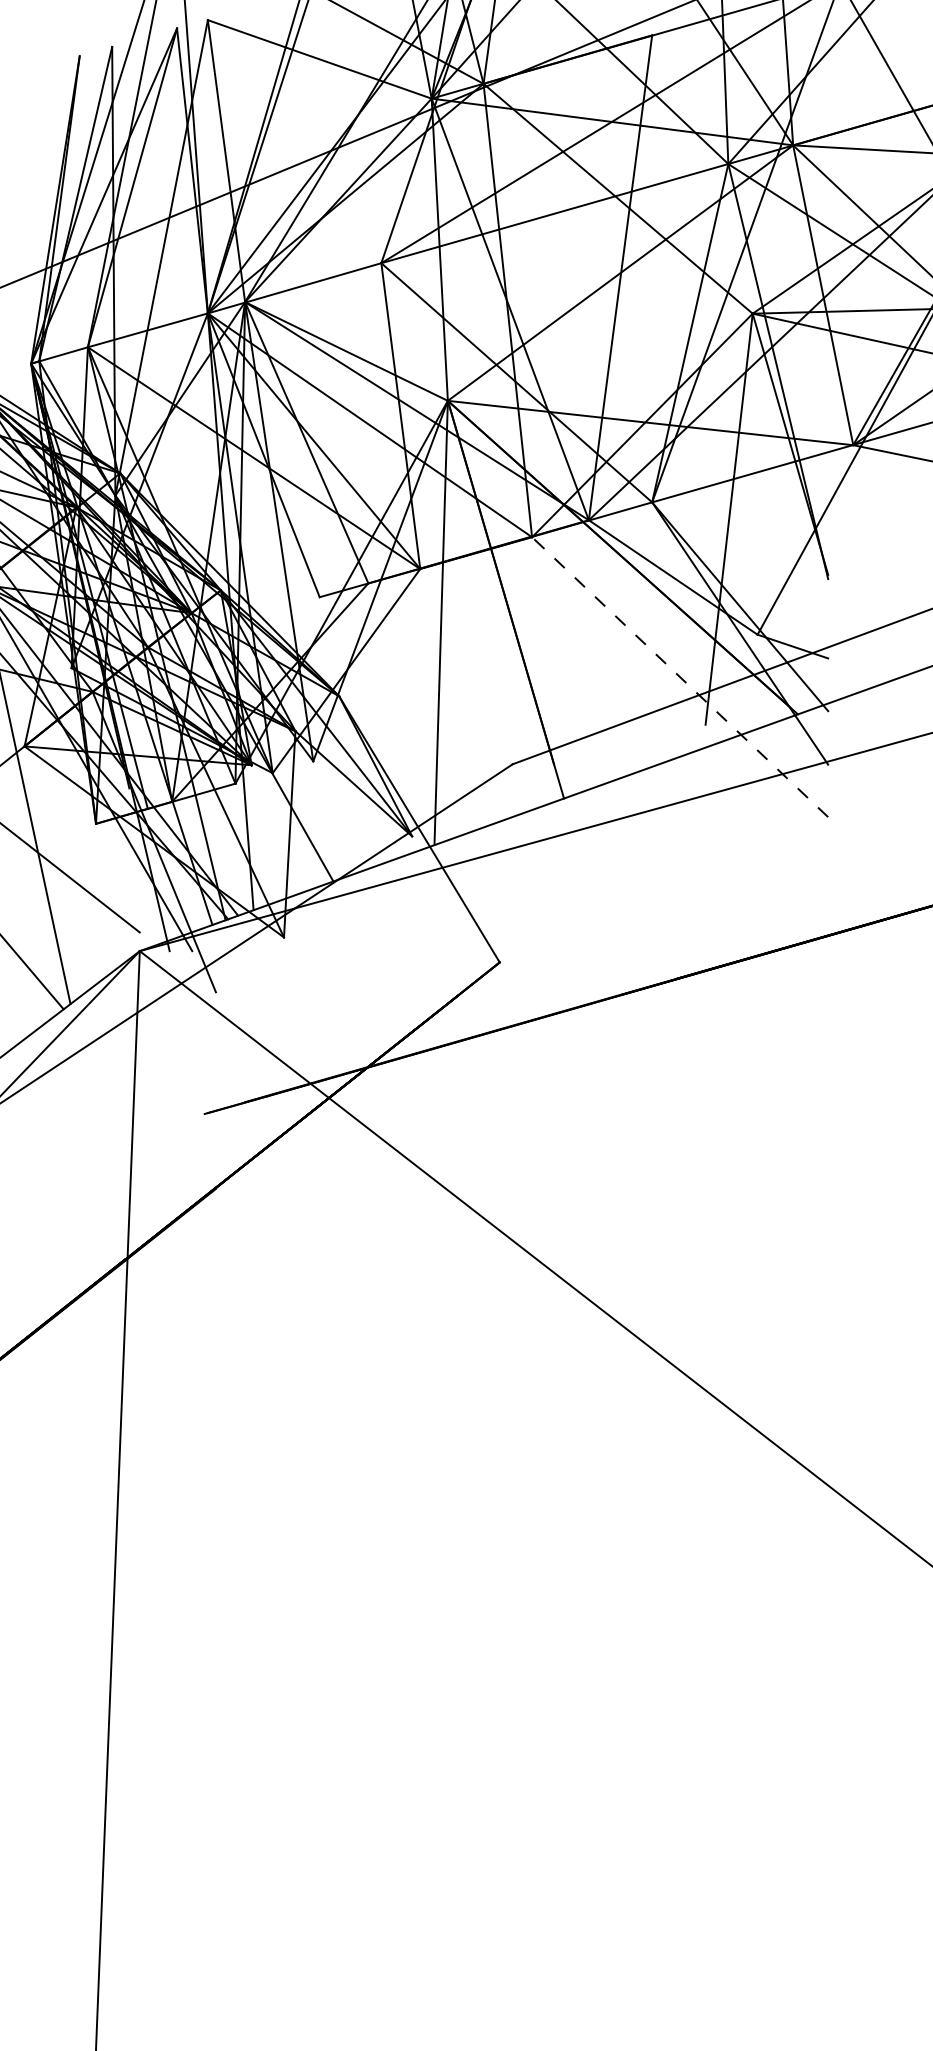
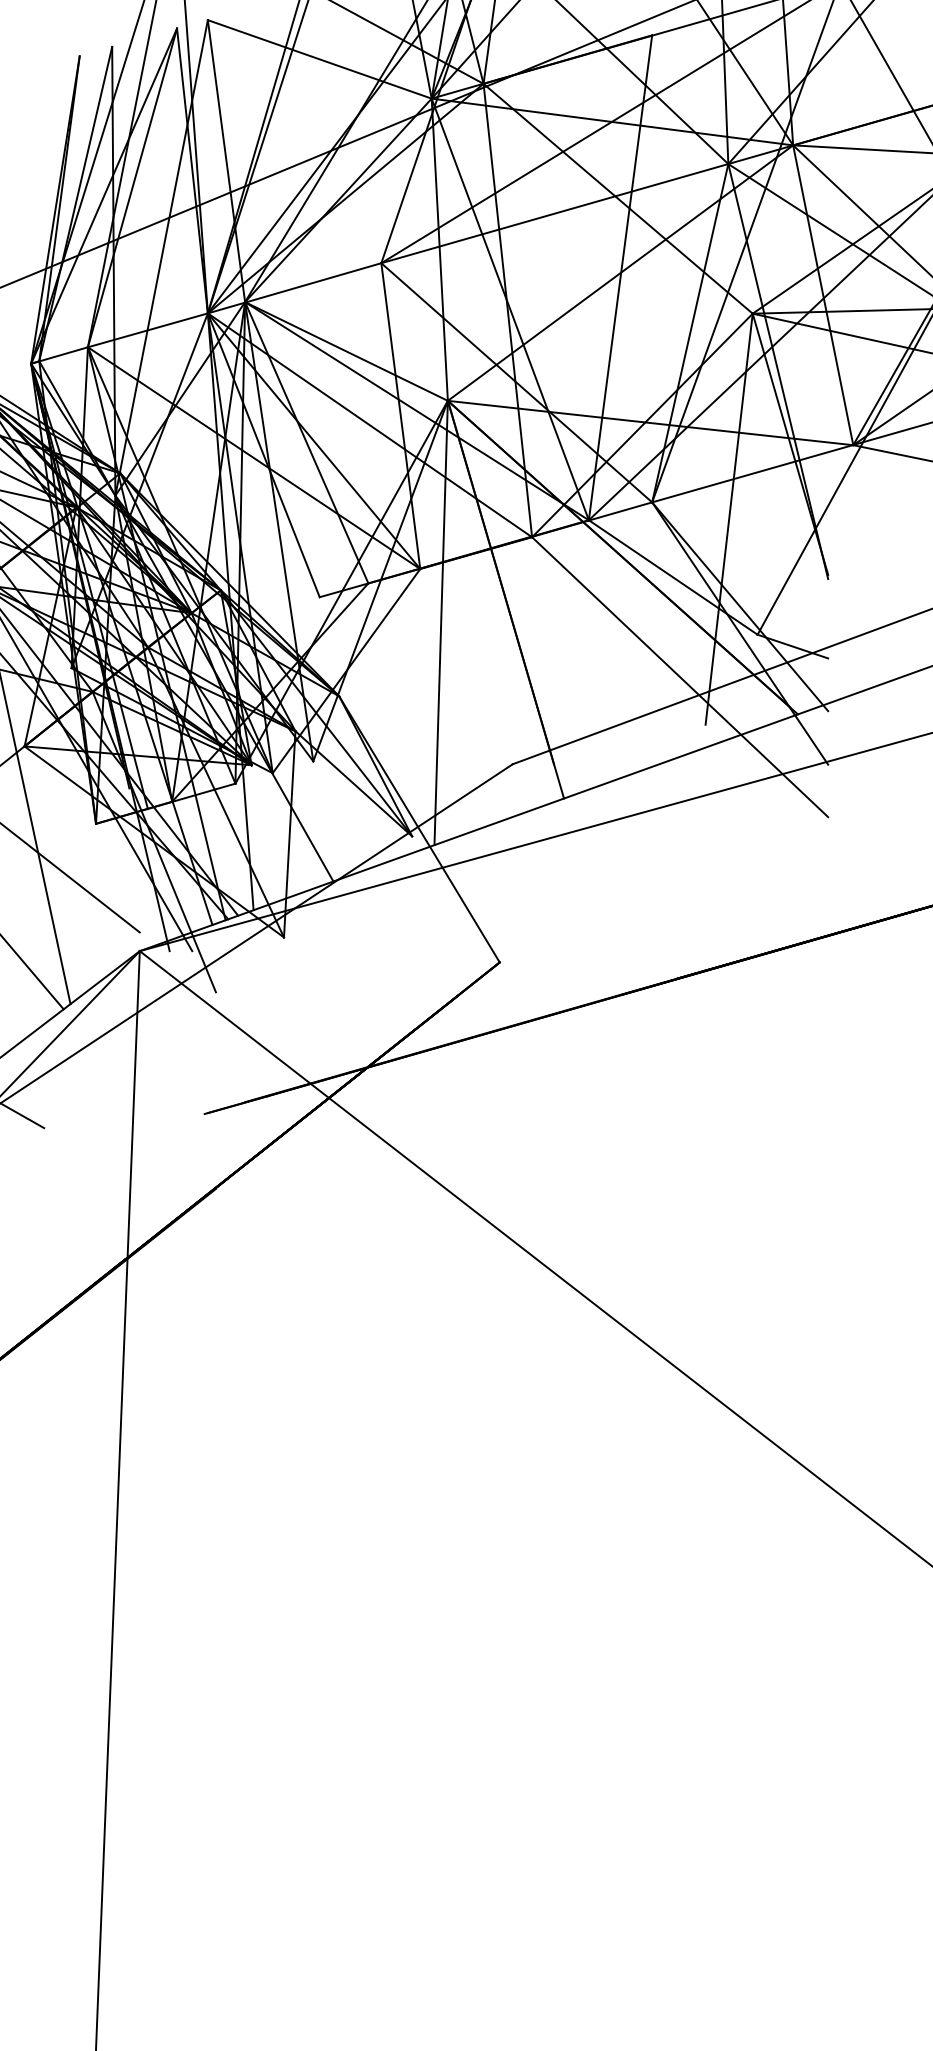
line at (680, 677): dashed -> solid
line at (23, 1116): none -> present
